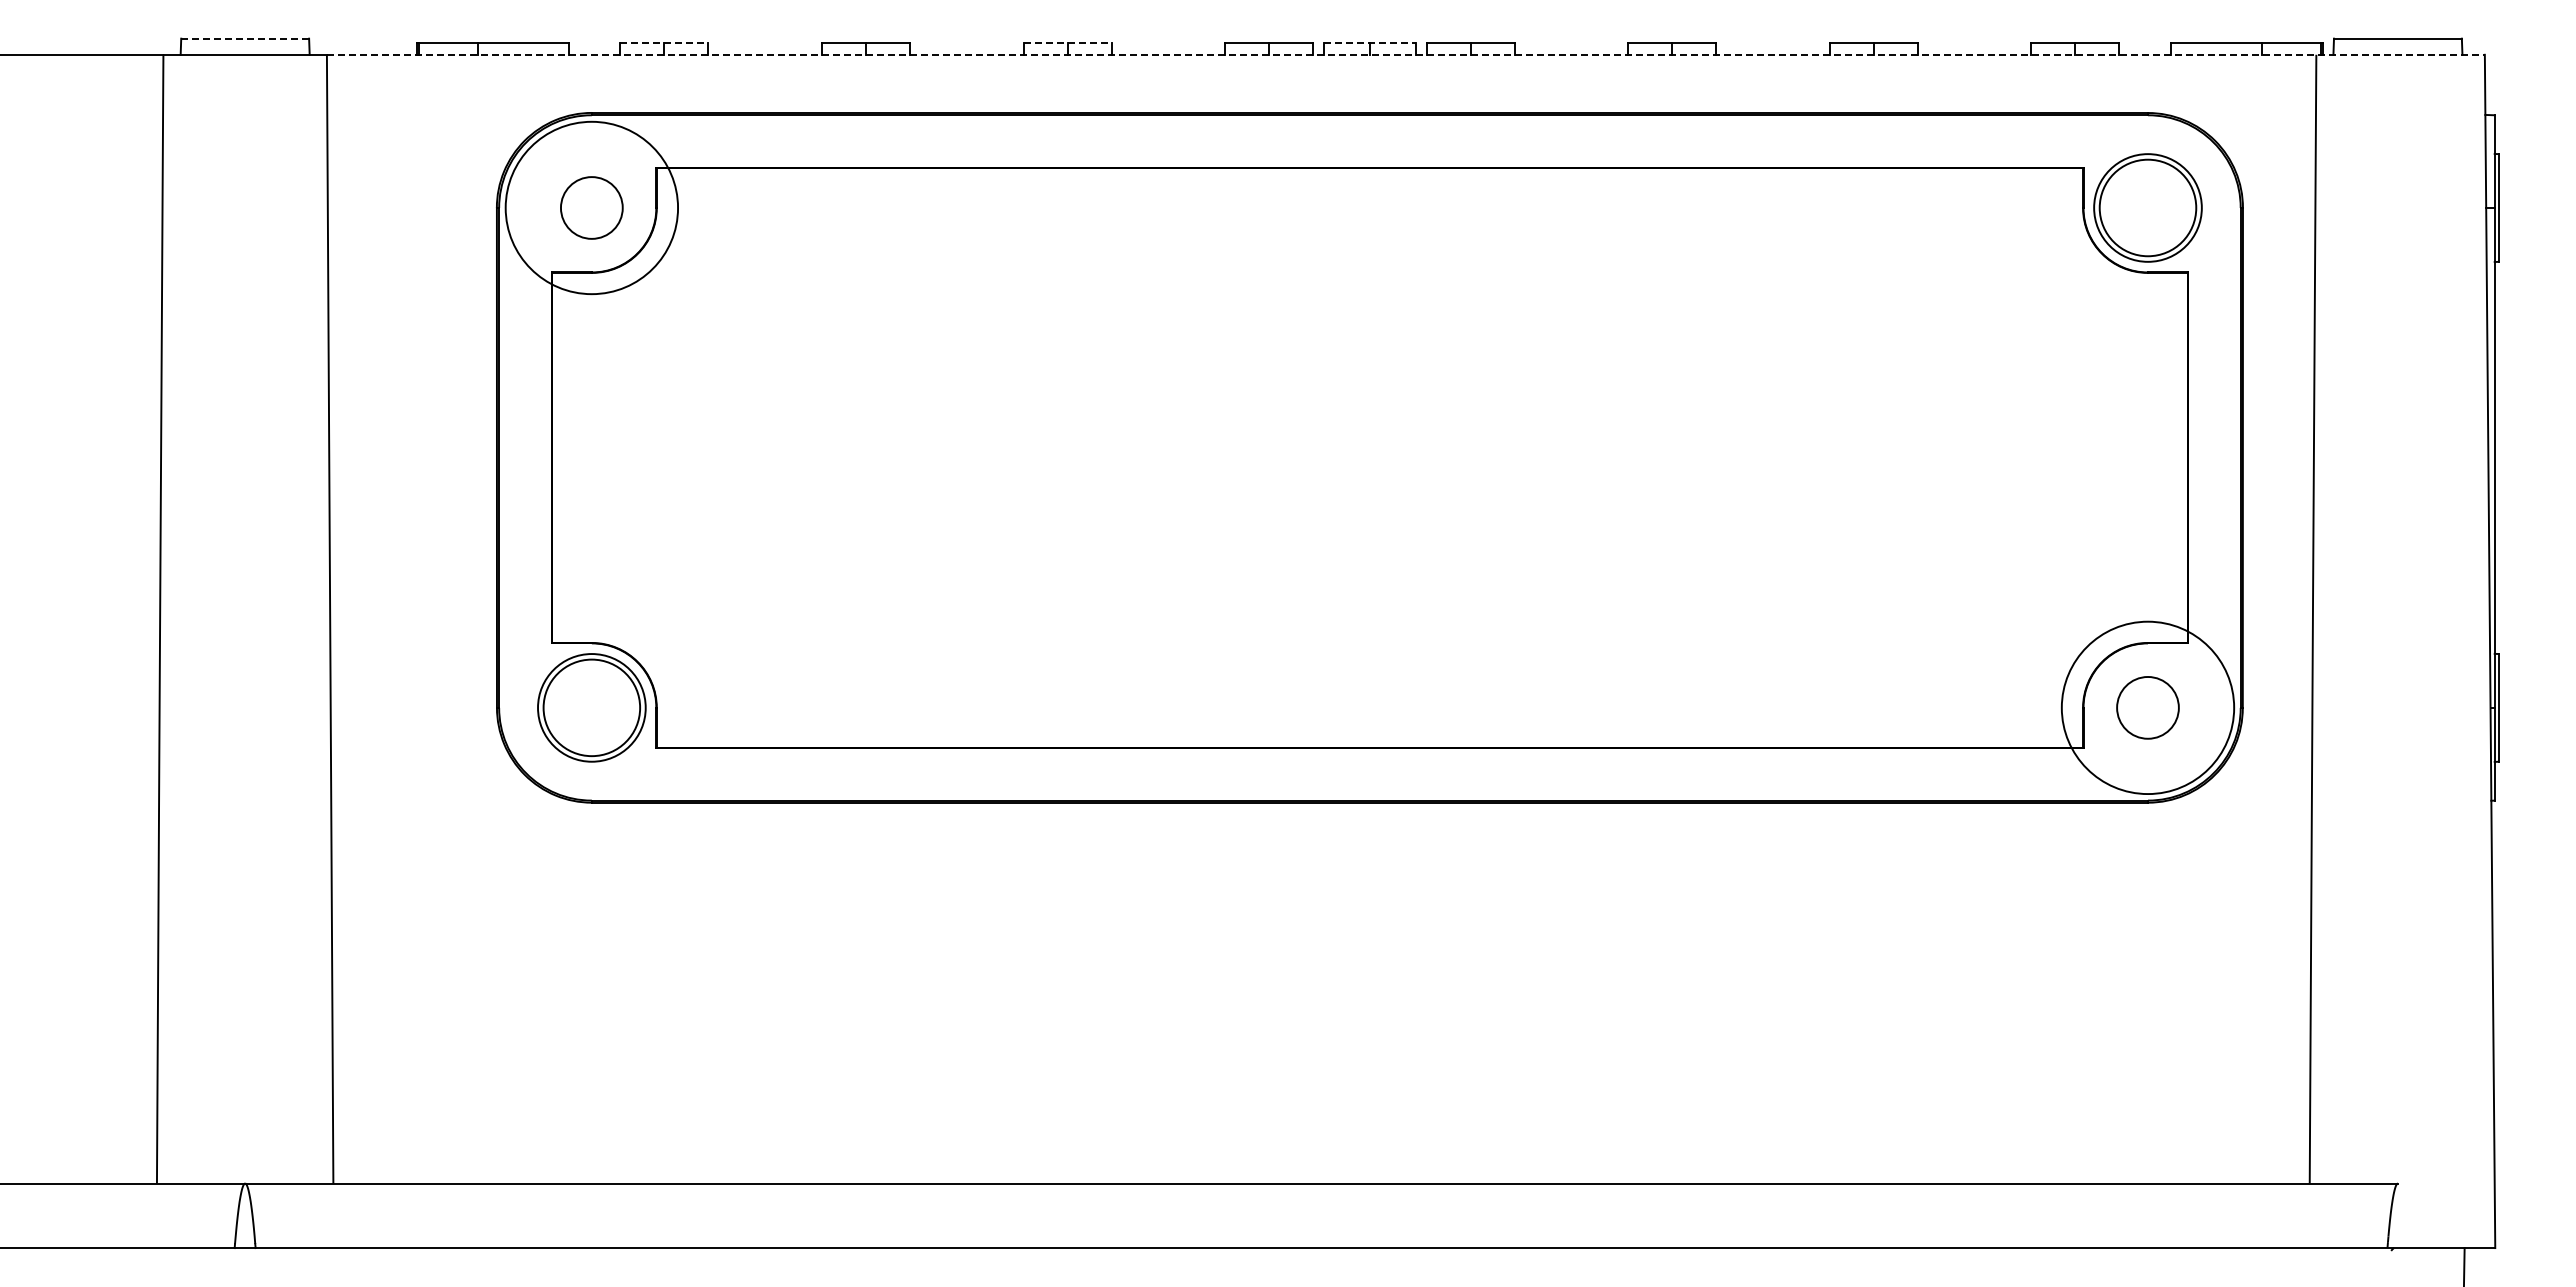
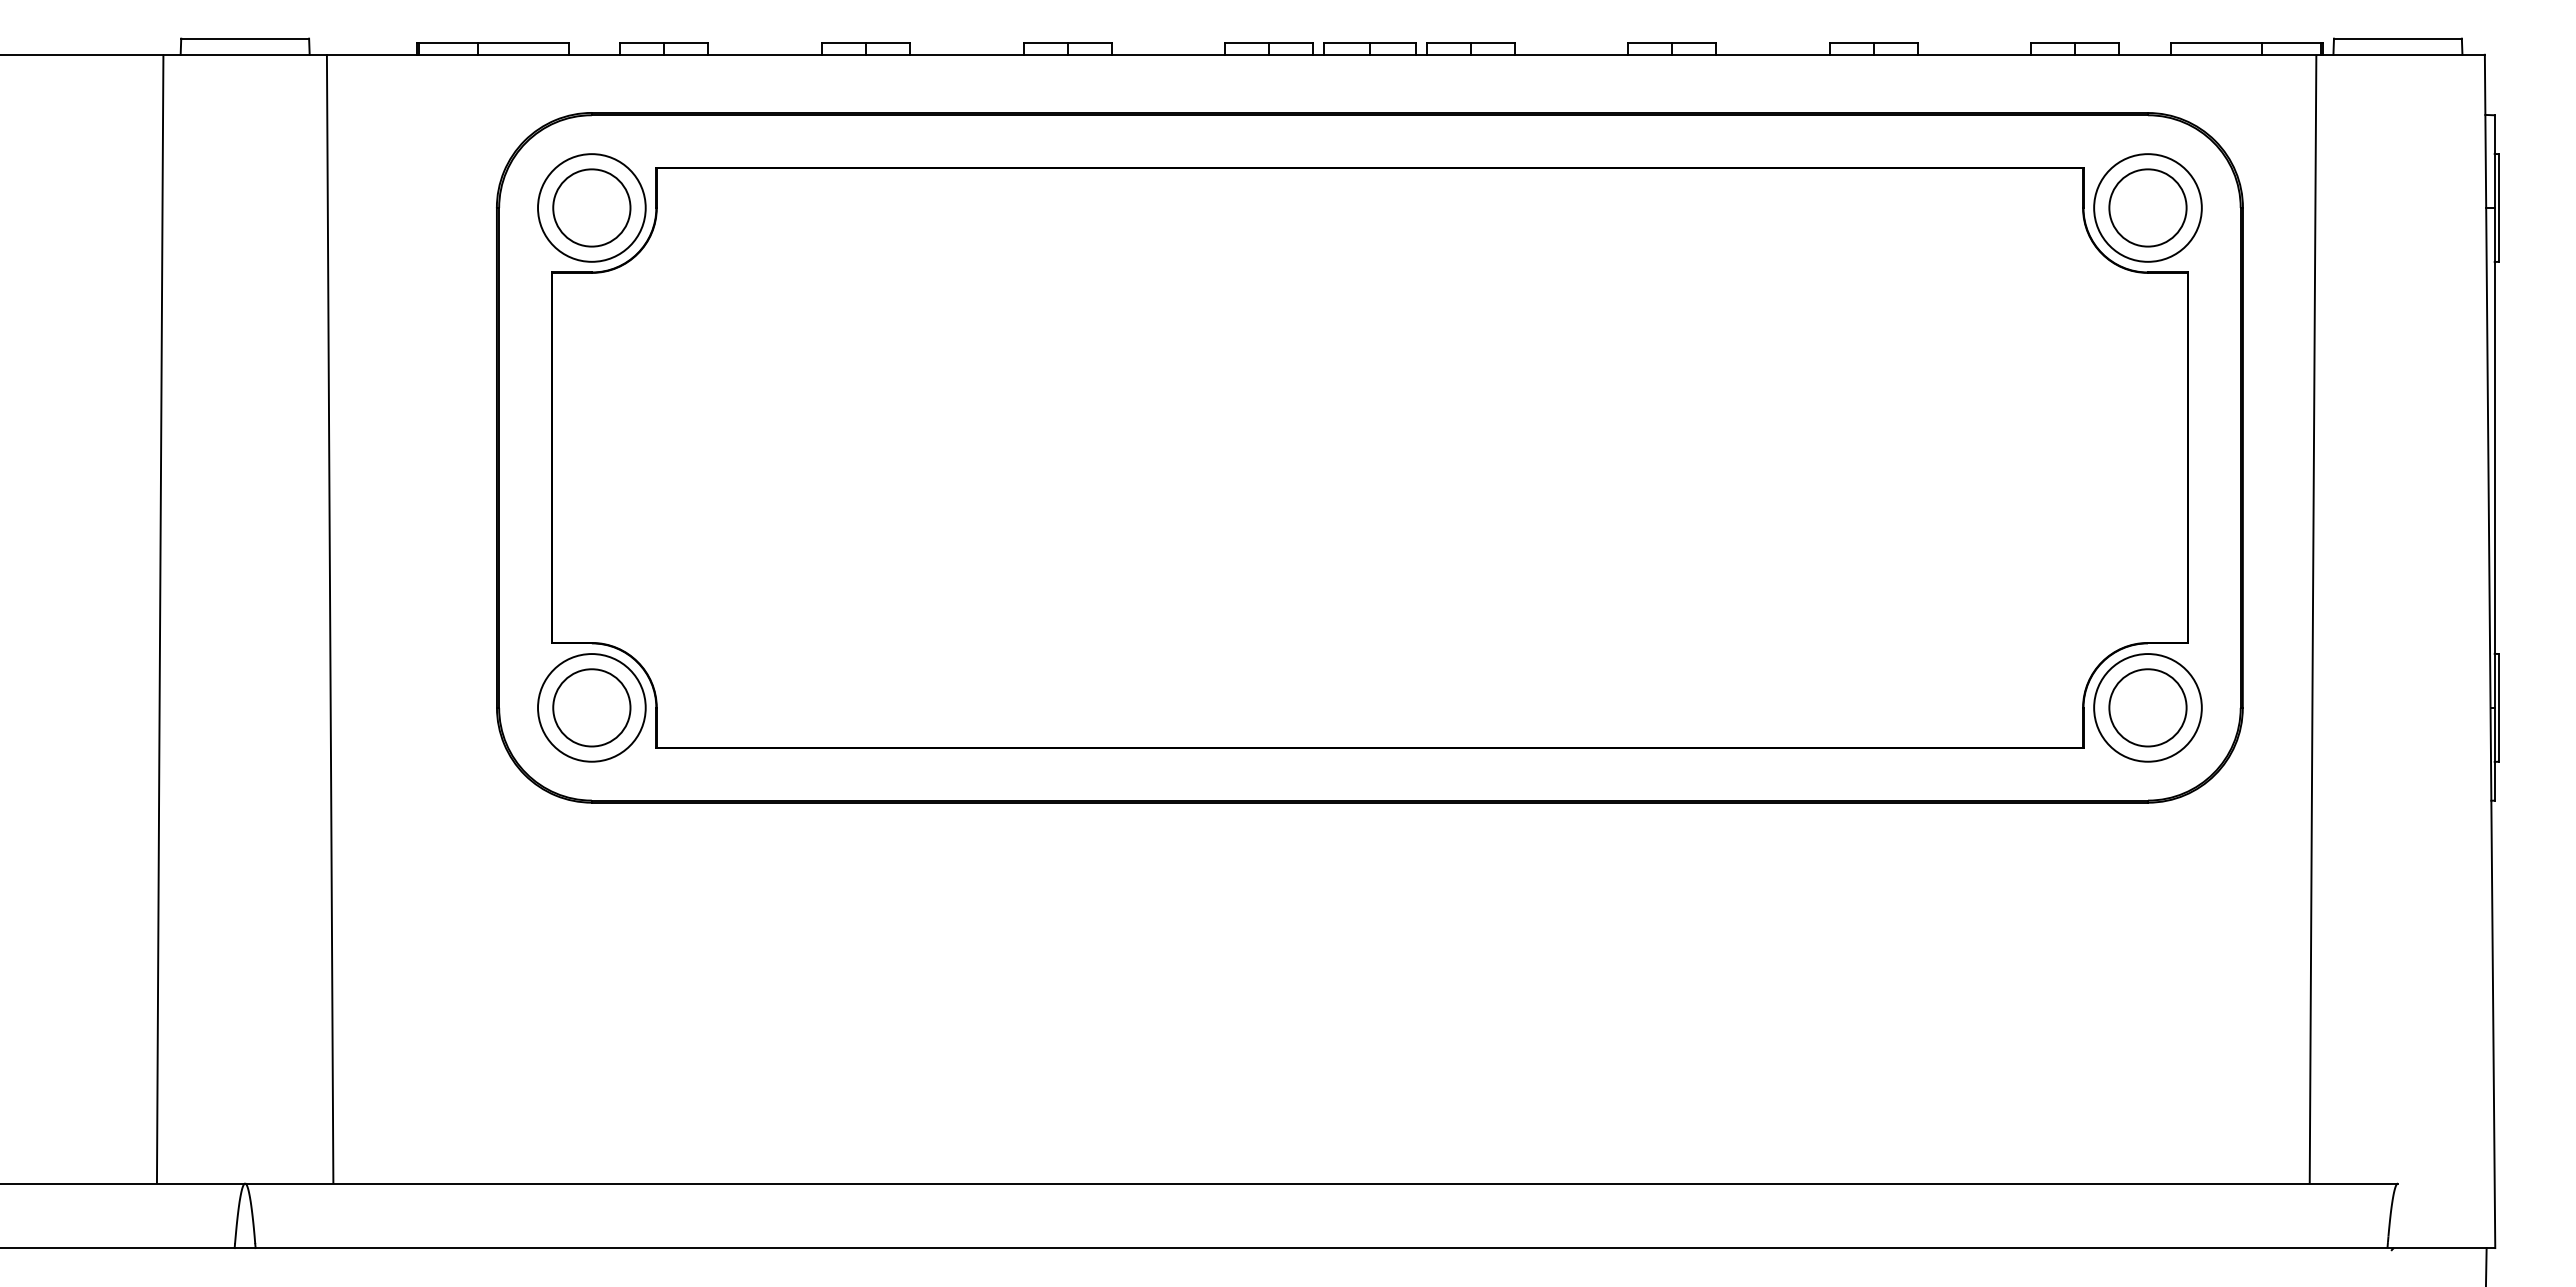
line at (245, 38): dashed -> solid
line at (664, 42): dashed -> solid
line at (1068, 42): dashed -> solid
line at (1369, 42): dashed -> solid
line at (1405, 54): dashed -> solid
circle at (591, 207) diameter: 172 px -> 108 px
circle at (591, 207) diameter: 62 px -> 77 px
circle at (2147, 207) diameter: 97 px -> 77 px
circle at (591, 707) diameter: 97 px -> 77 px
circle at (2147, 707) diameter: 172 px -> 108 px
circle at (2147, 707) diameter: 62 px -> 77 px
line at (2464, 1265) position: (2464, 1265) -> (2486, 1265)
